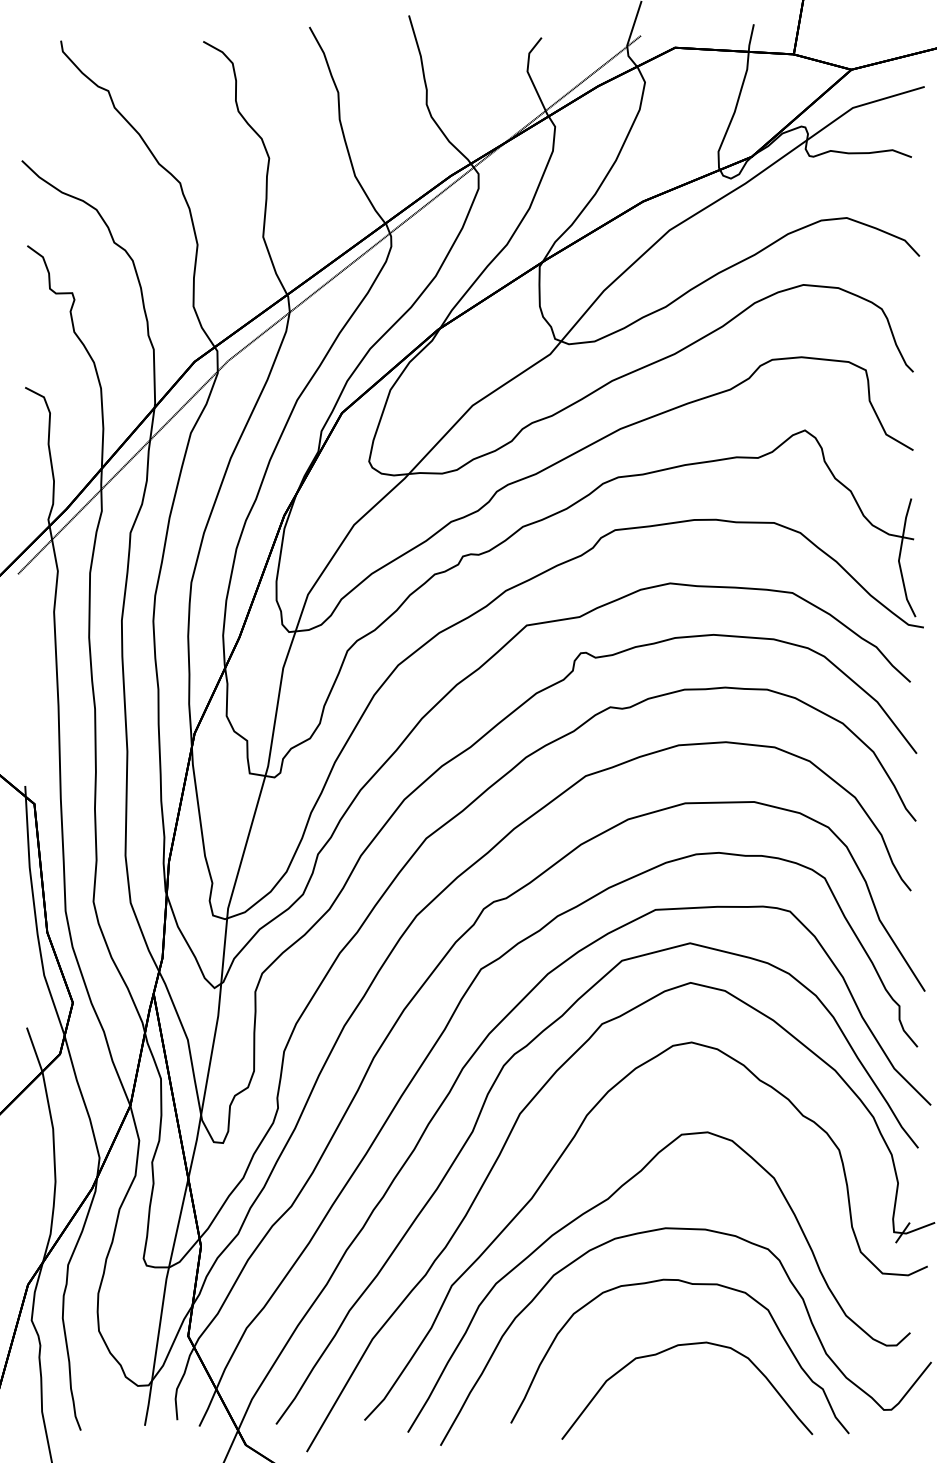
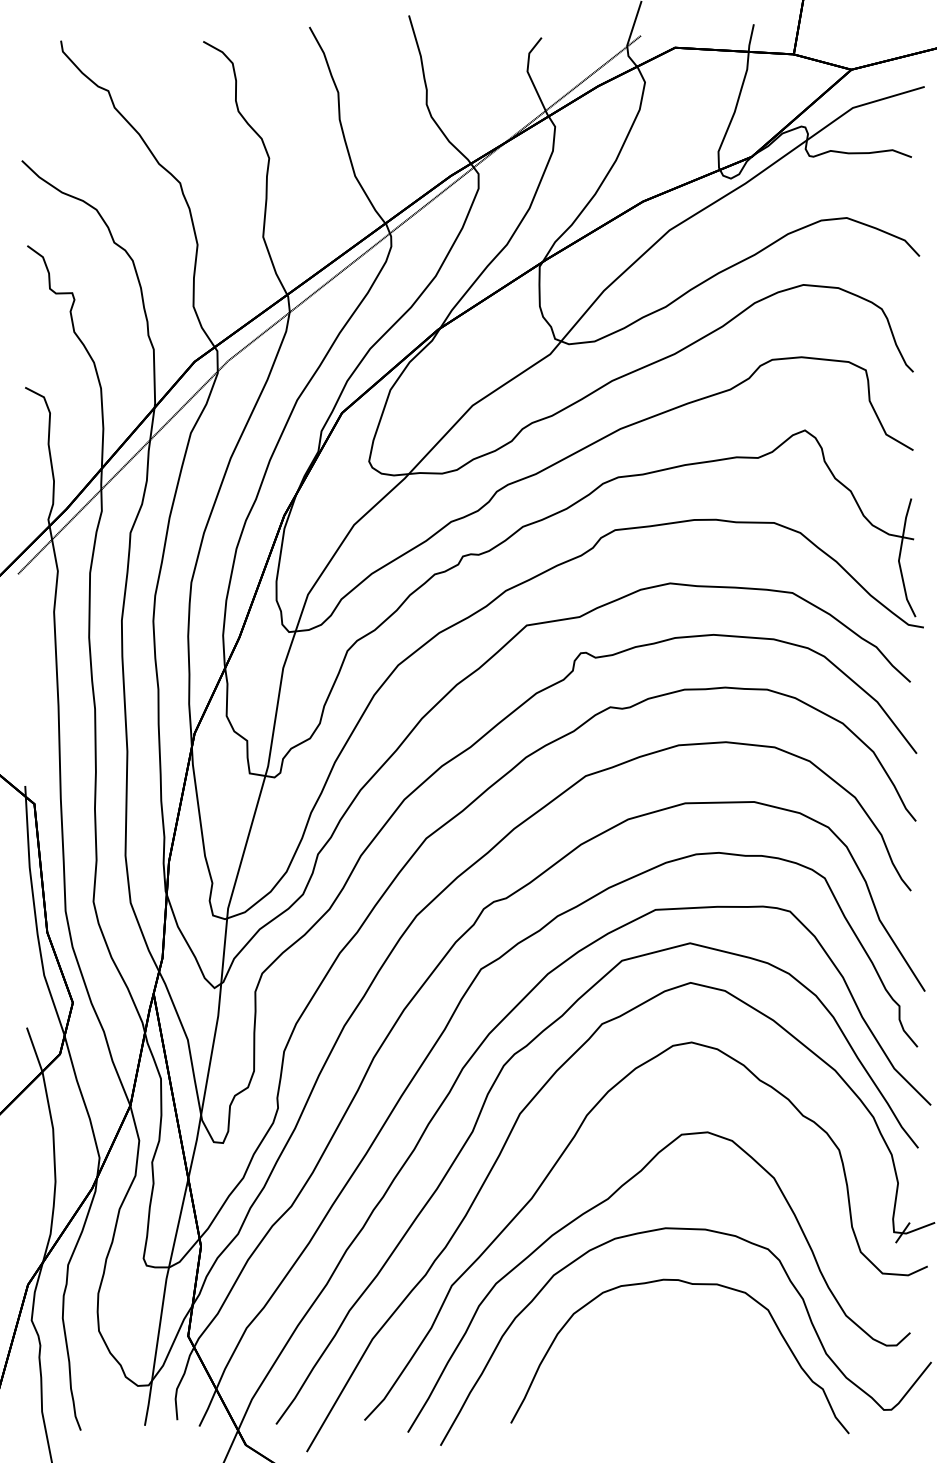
part at (673, 1348): present -> none
